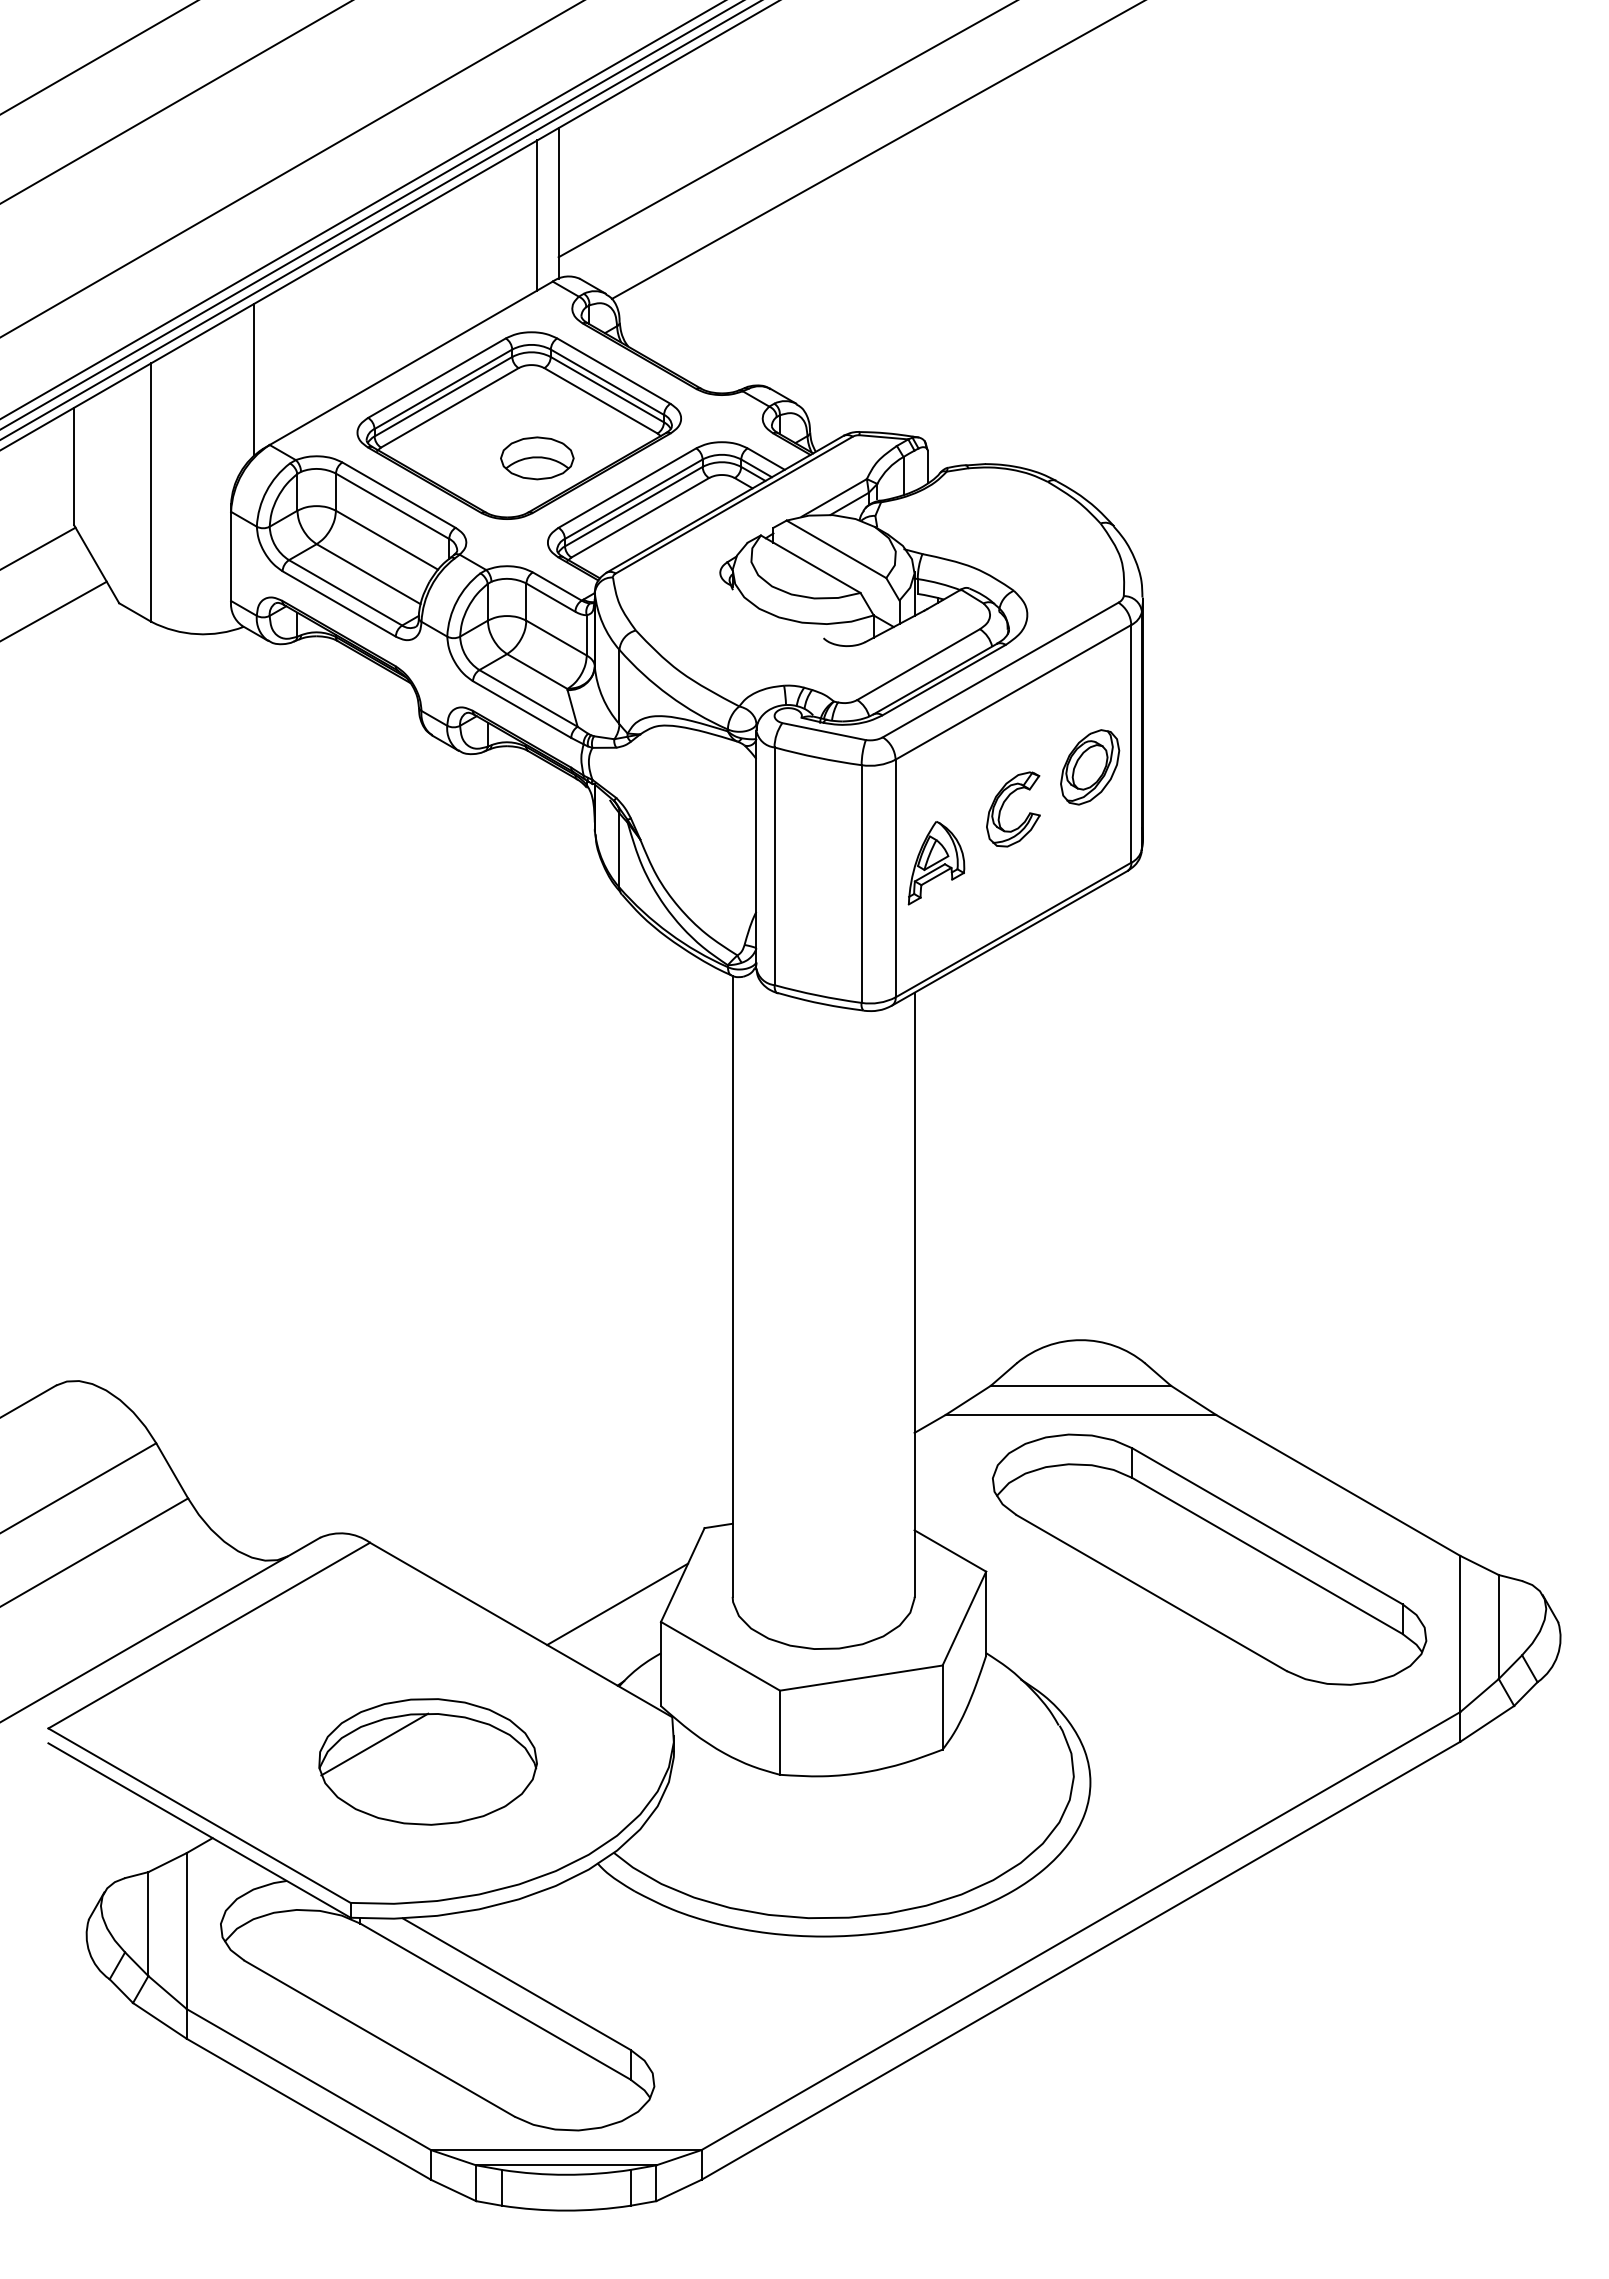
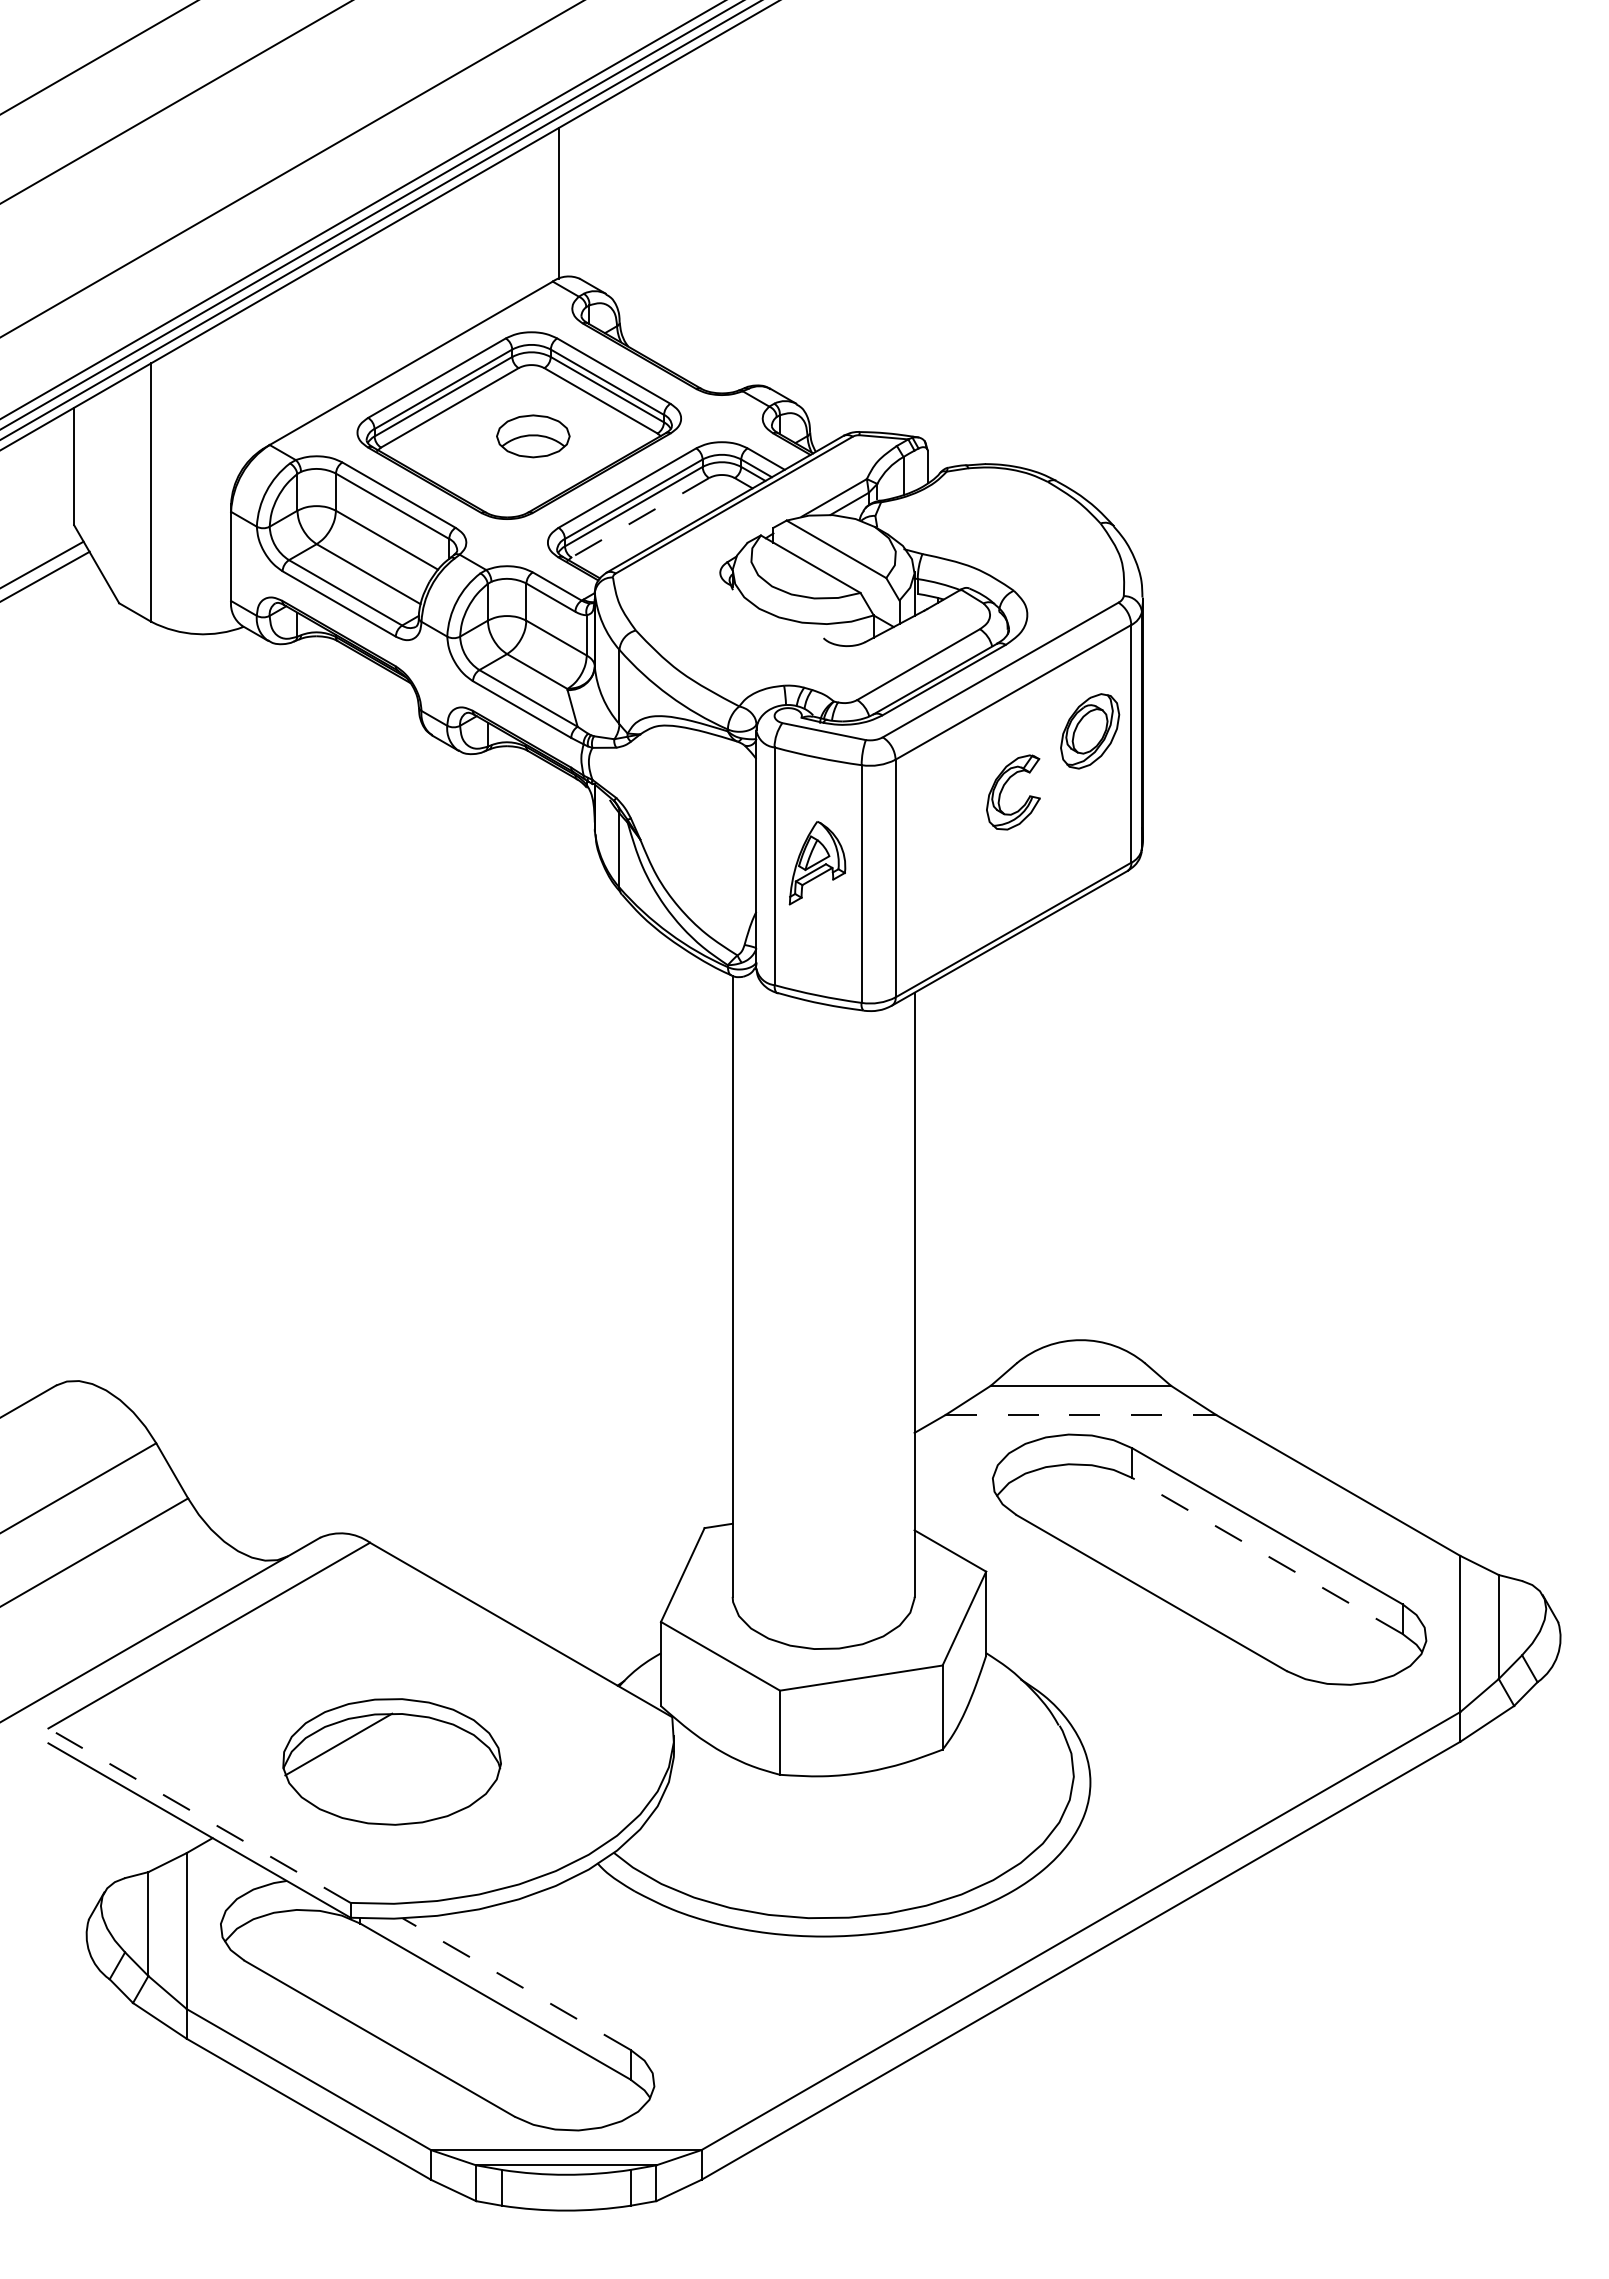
line at (786, 129): present -> none
line at (876, 150): present -> none
line at (537, 215): present -> none
line at (254, 379): present -> none
part at (537, 458) position: (537, 458) -> (533, 436)
line at (639, 518): solid -> dashed
line at (38, 547) position: (38, 547) -> (42, 564)
line at (54, 610) position: (54, 610) -> (45, 575)
part at (1090, 767) position: (1090, 767) -> (1090, 731)
part at (1003, 806) position: (1003, 806) -> (1003, 789)
part at (936, 863) position: (936, 863) -> (817, 863)
line at (1081, 1414): solid -> dashed
line at (1267, 1555): solid -> dashed
line at (617, 1604): present -> none
part at (427, 1761) position: (427, 1761) -> (391, 1761)
line at (199, 1815): solid -> dashed
line at (516, 1984): solid -> dashed
